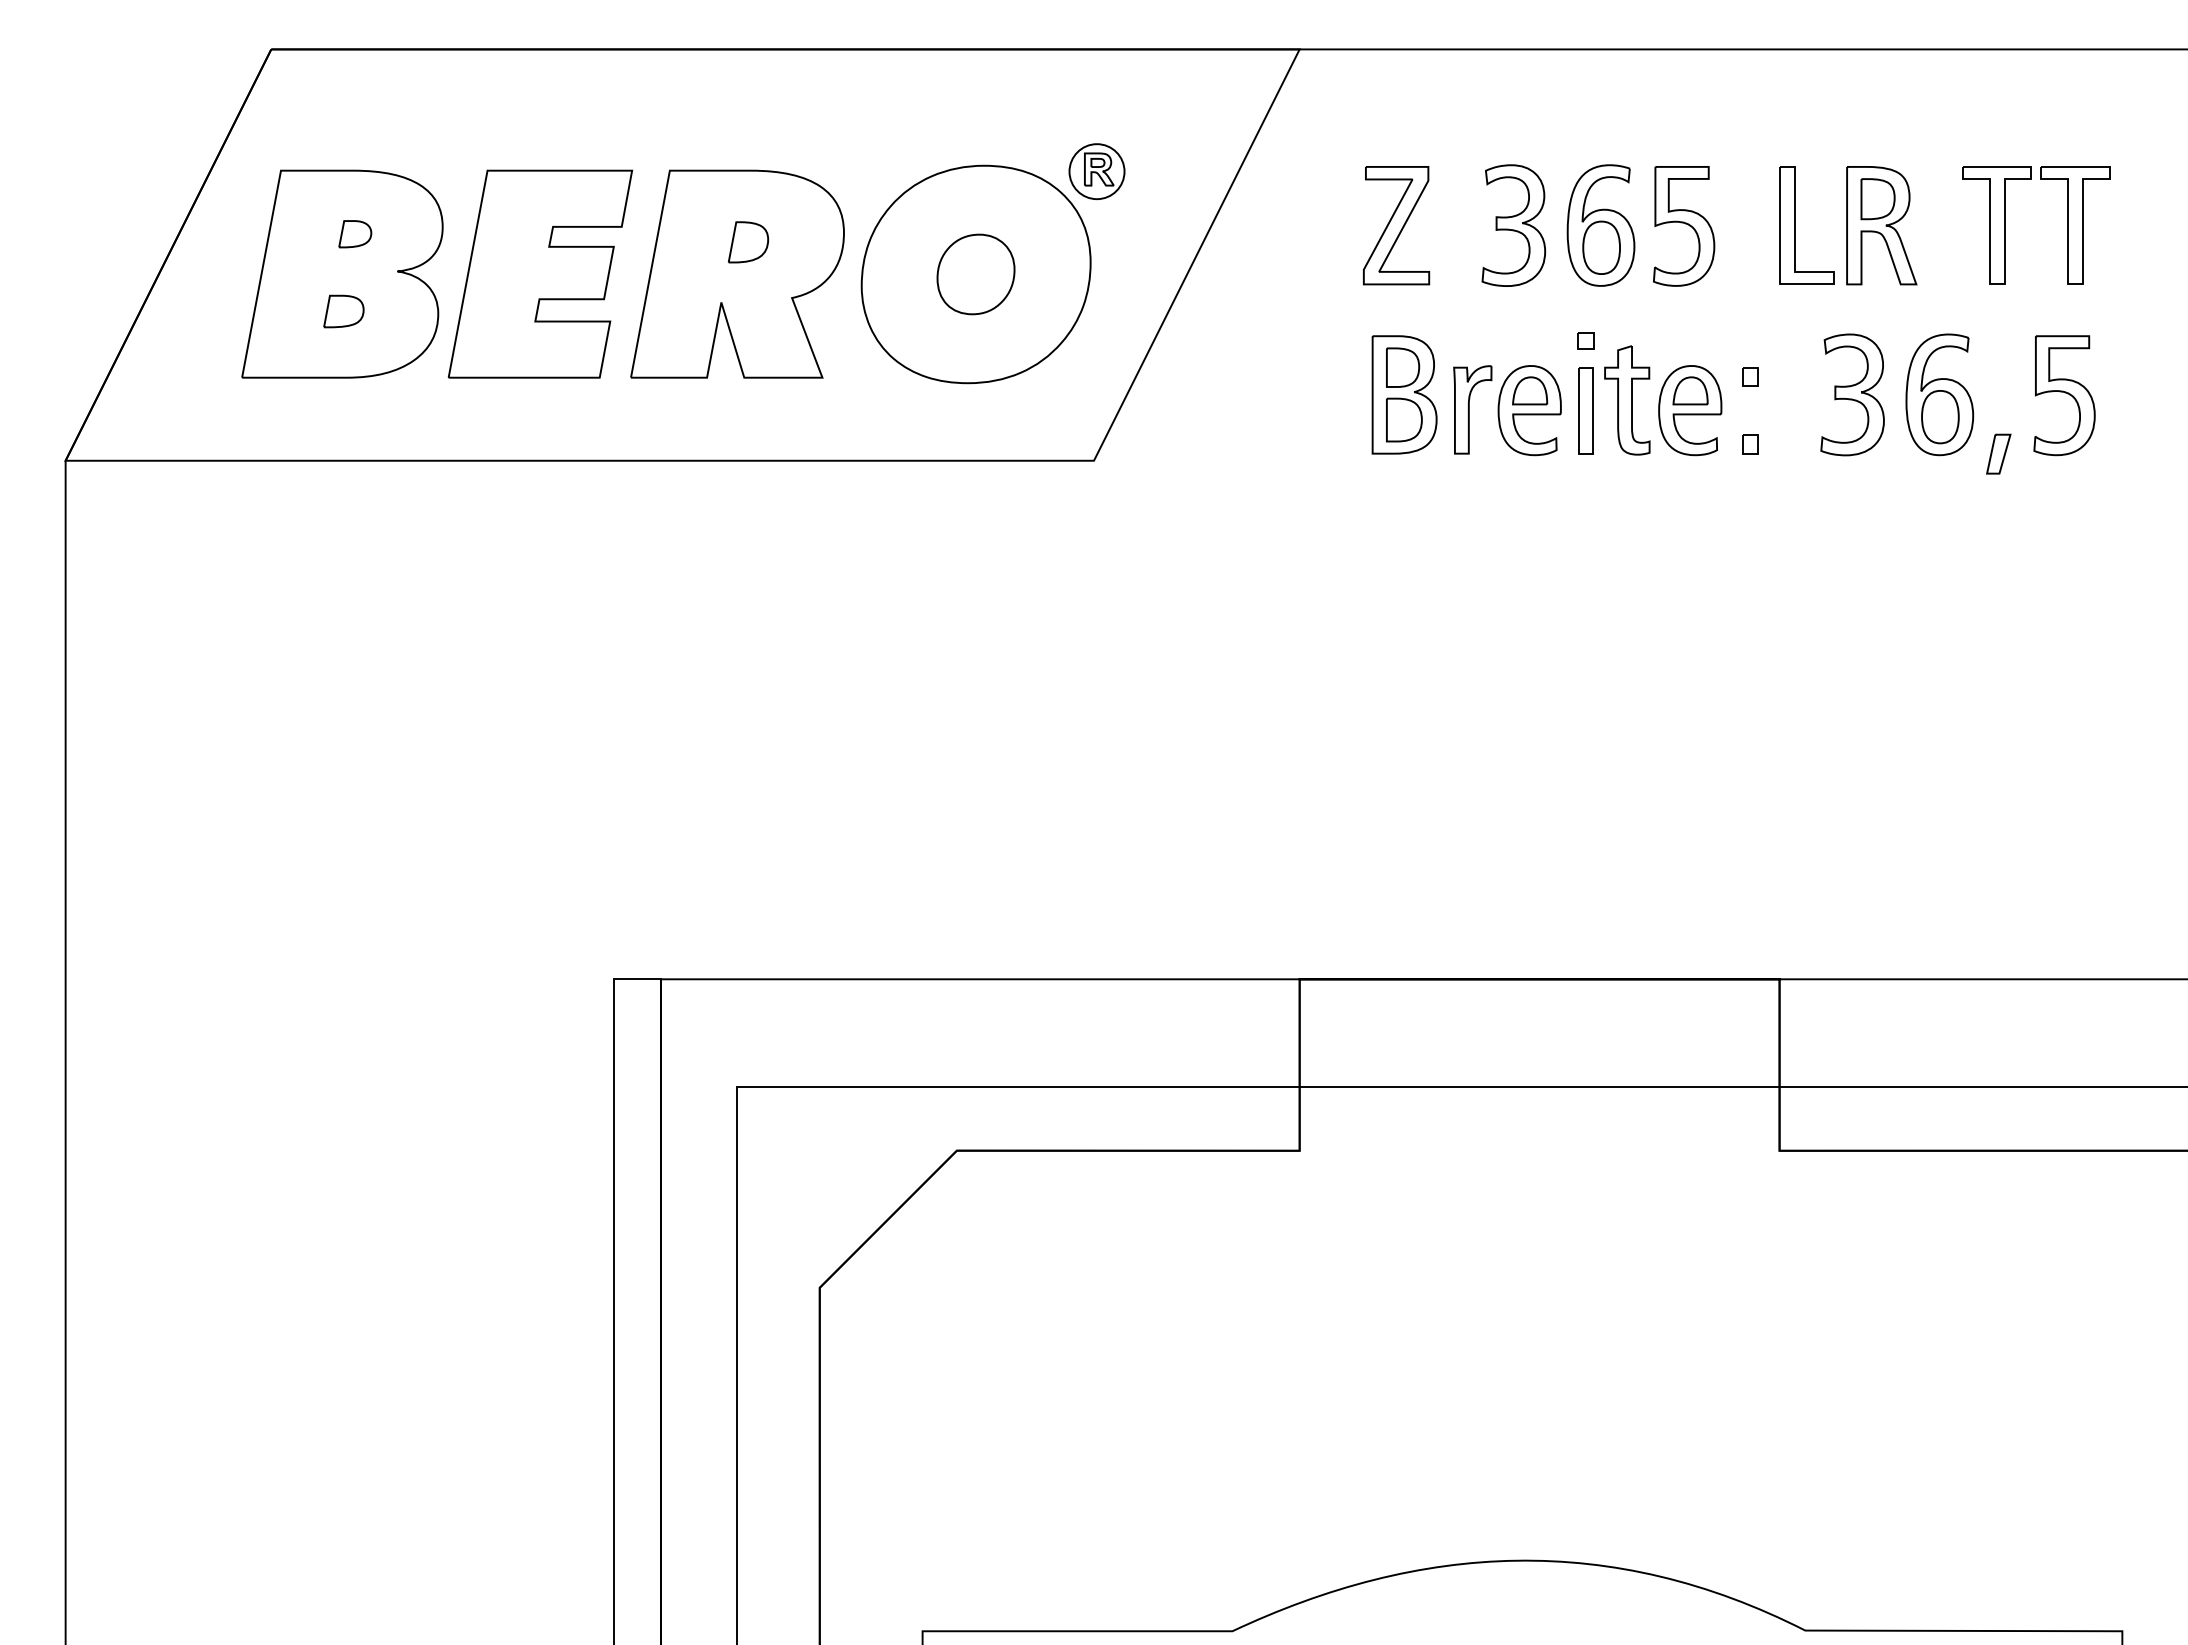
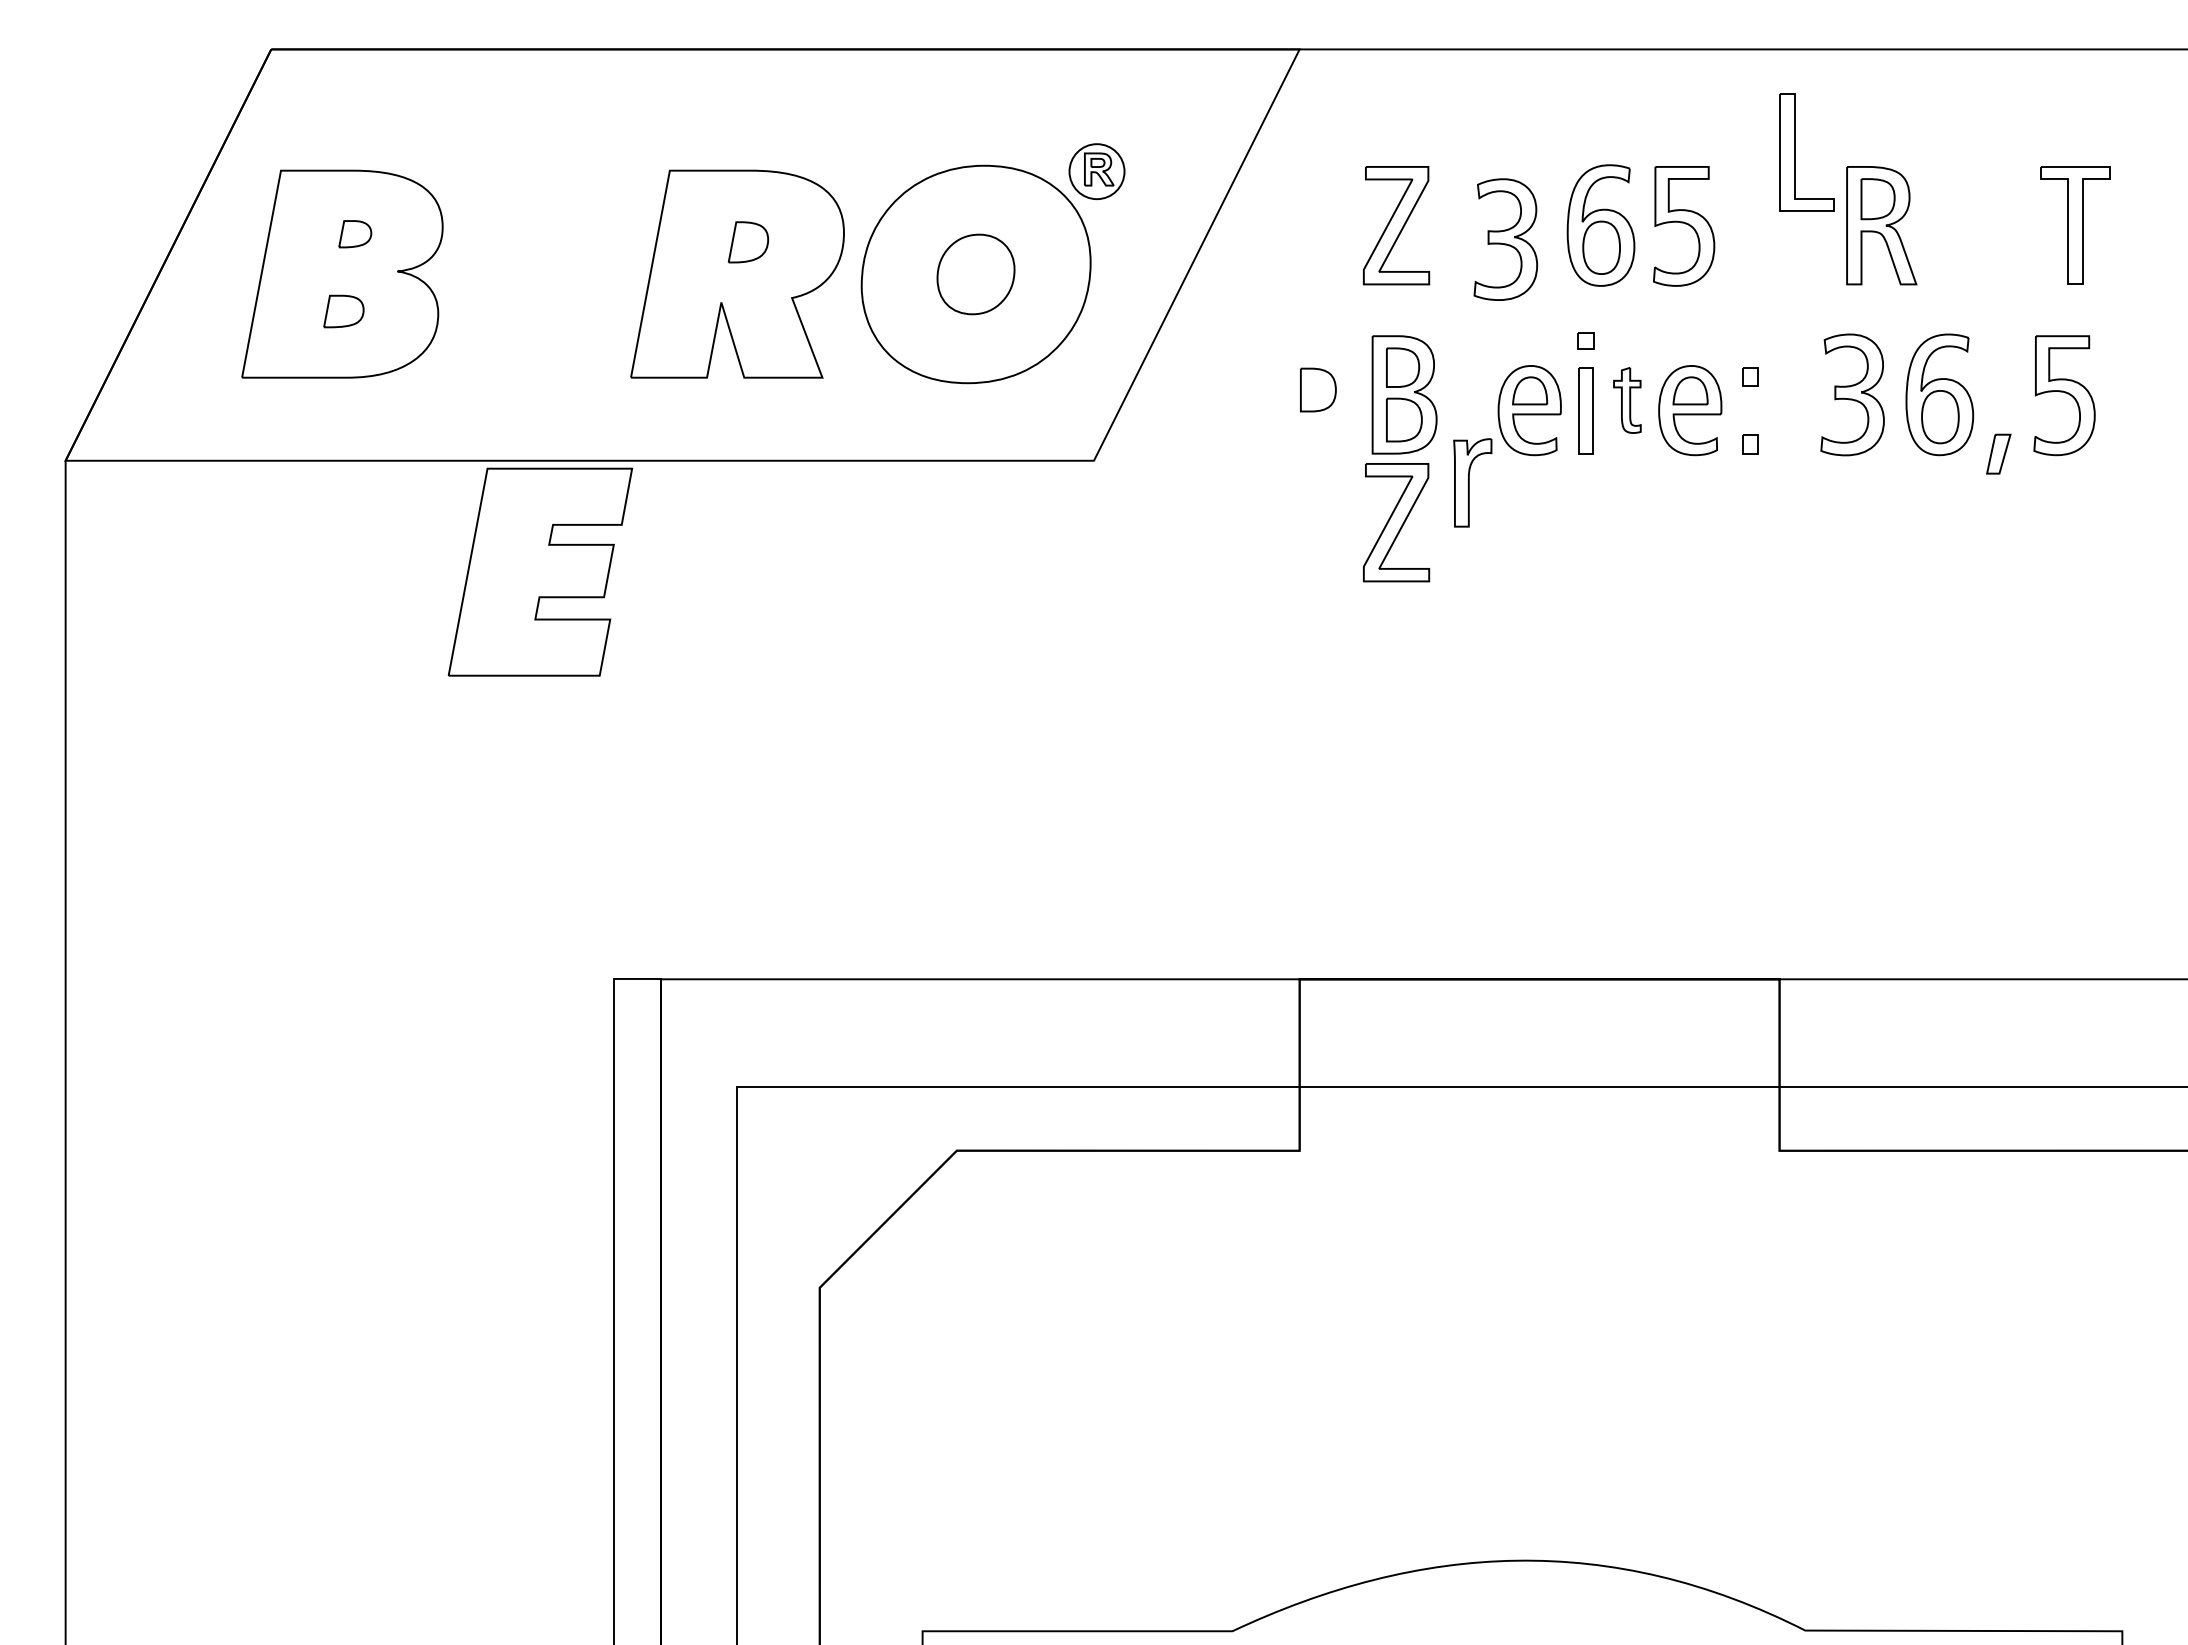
part at (1513, 225) position: (1513, 225) -> (1505, 239)
part at (1795, 225) position: (1795, 225) -> (1795, 152)
part at (1996, 225): present -> none
part at (540, 273) position: (540, 273) -> (540, 571)
part at (1318, 389): none -> present
part at (1627, 400) size: 47x111 px -> 29x67 px
part at (1472, 409) position: (1472, 409) -> (1472, 482)
part at (1396, 522): none -> present
